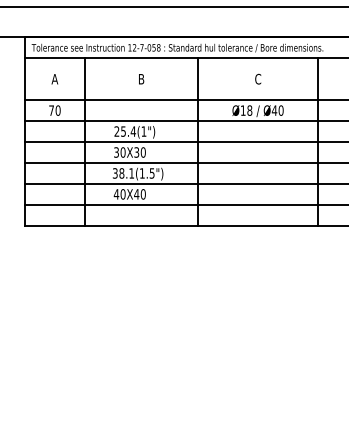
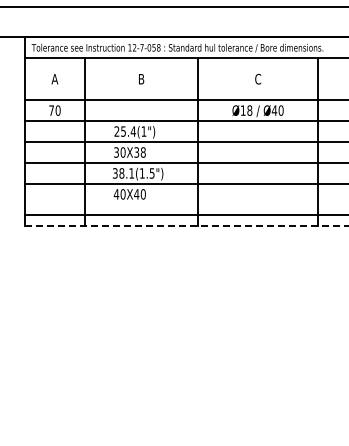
text at (142, 152): 30X30 -> 30X38
line at (185, 204) position: (185, 204) -> (185, 214)
line at (186, 225): solid -> dashed
